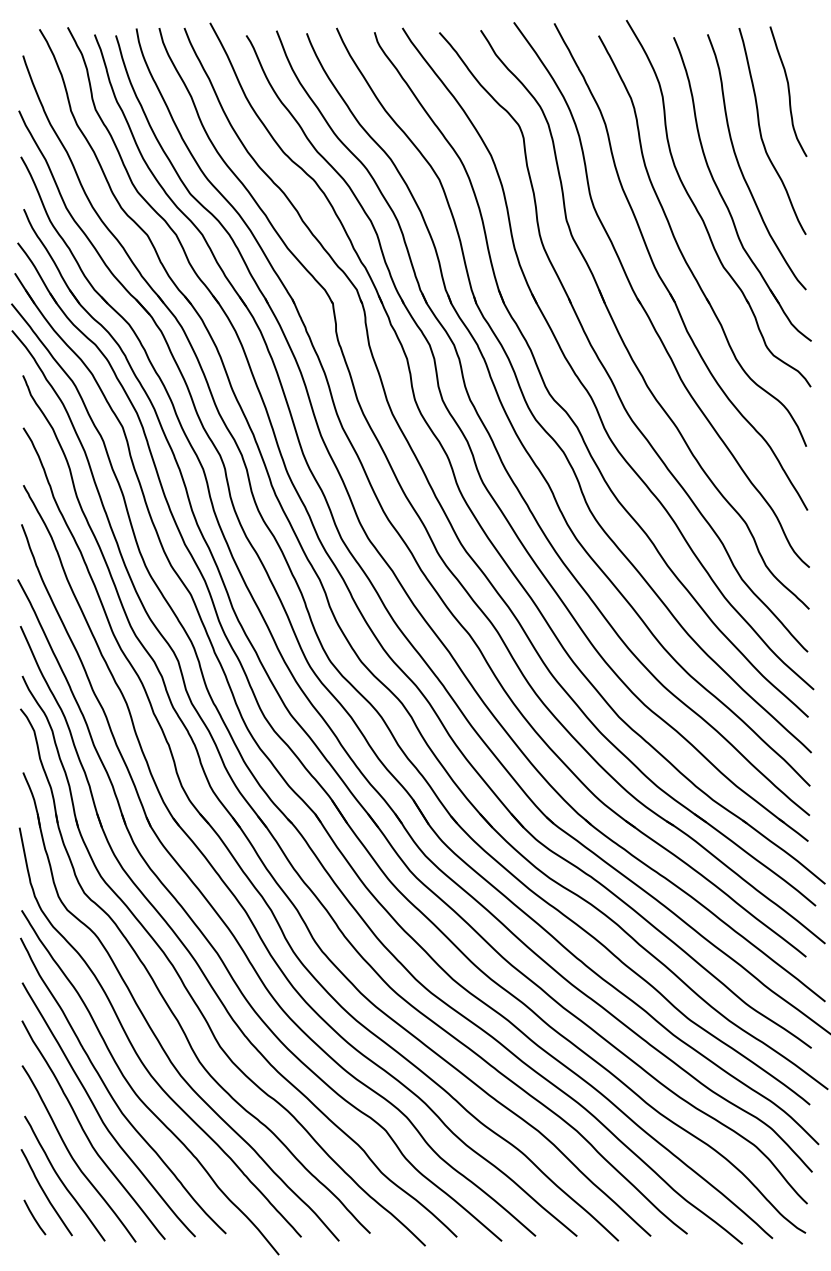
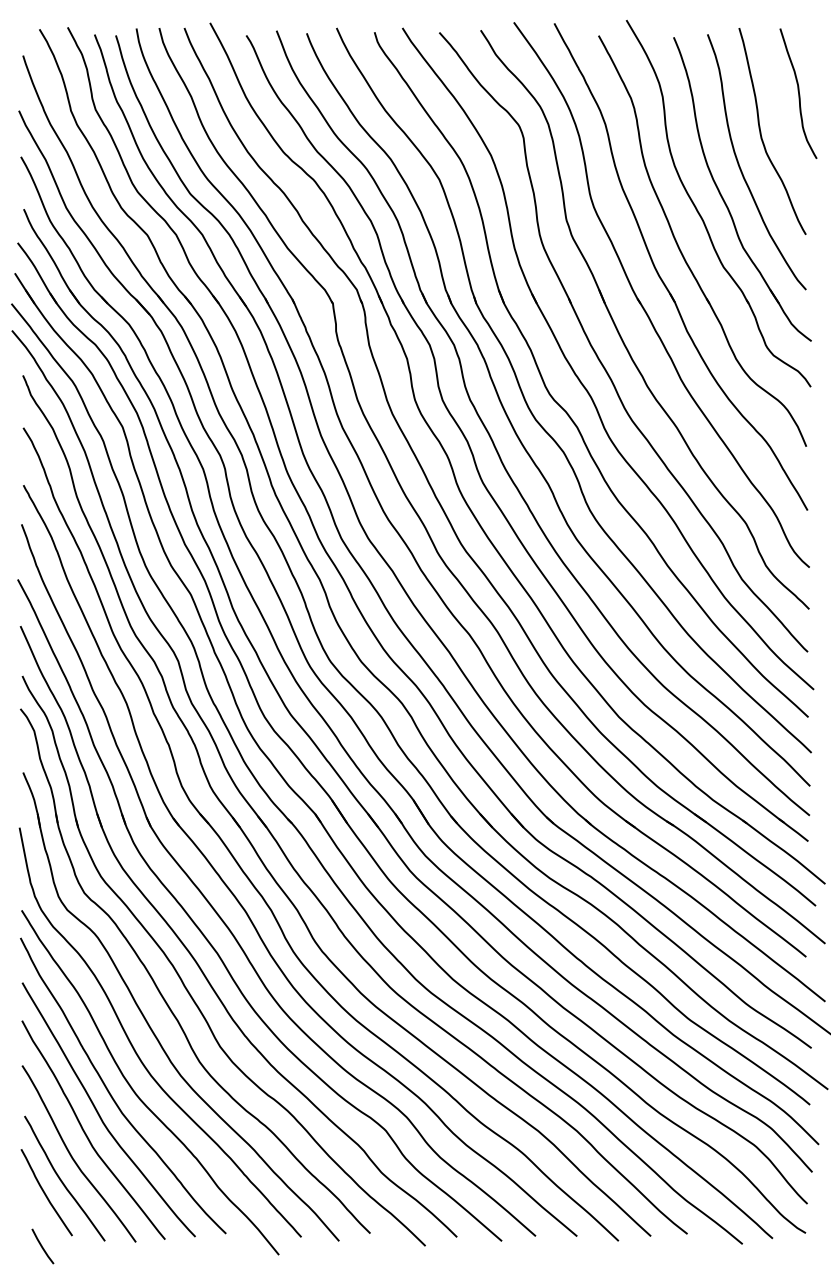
curve at (788, 91) position: (788, 91) -> (798, 93)
line at (34, 1217) position: (34, 1217) -> (42, 1246)
